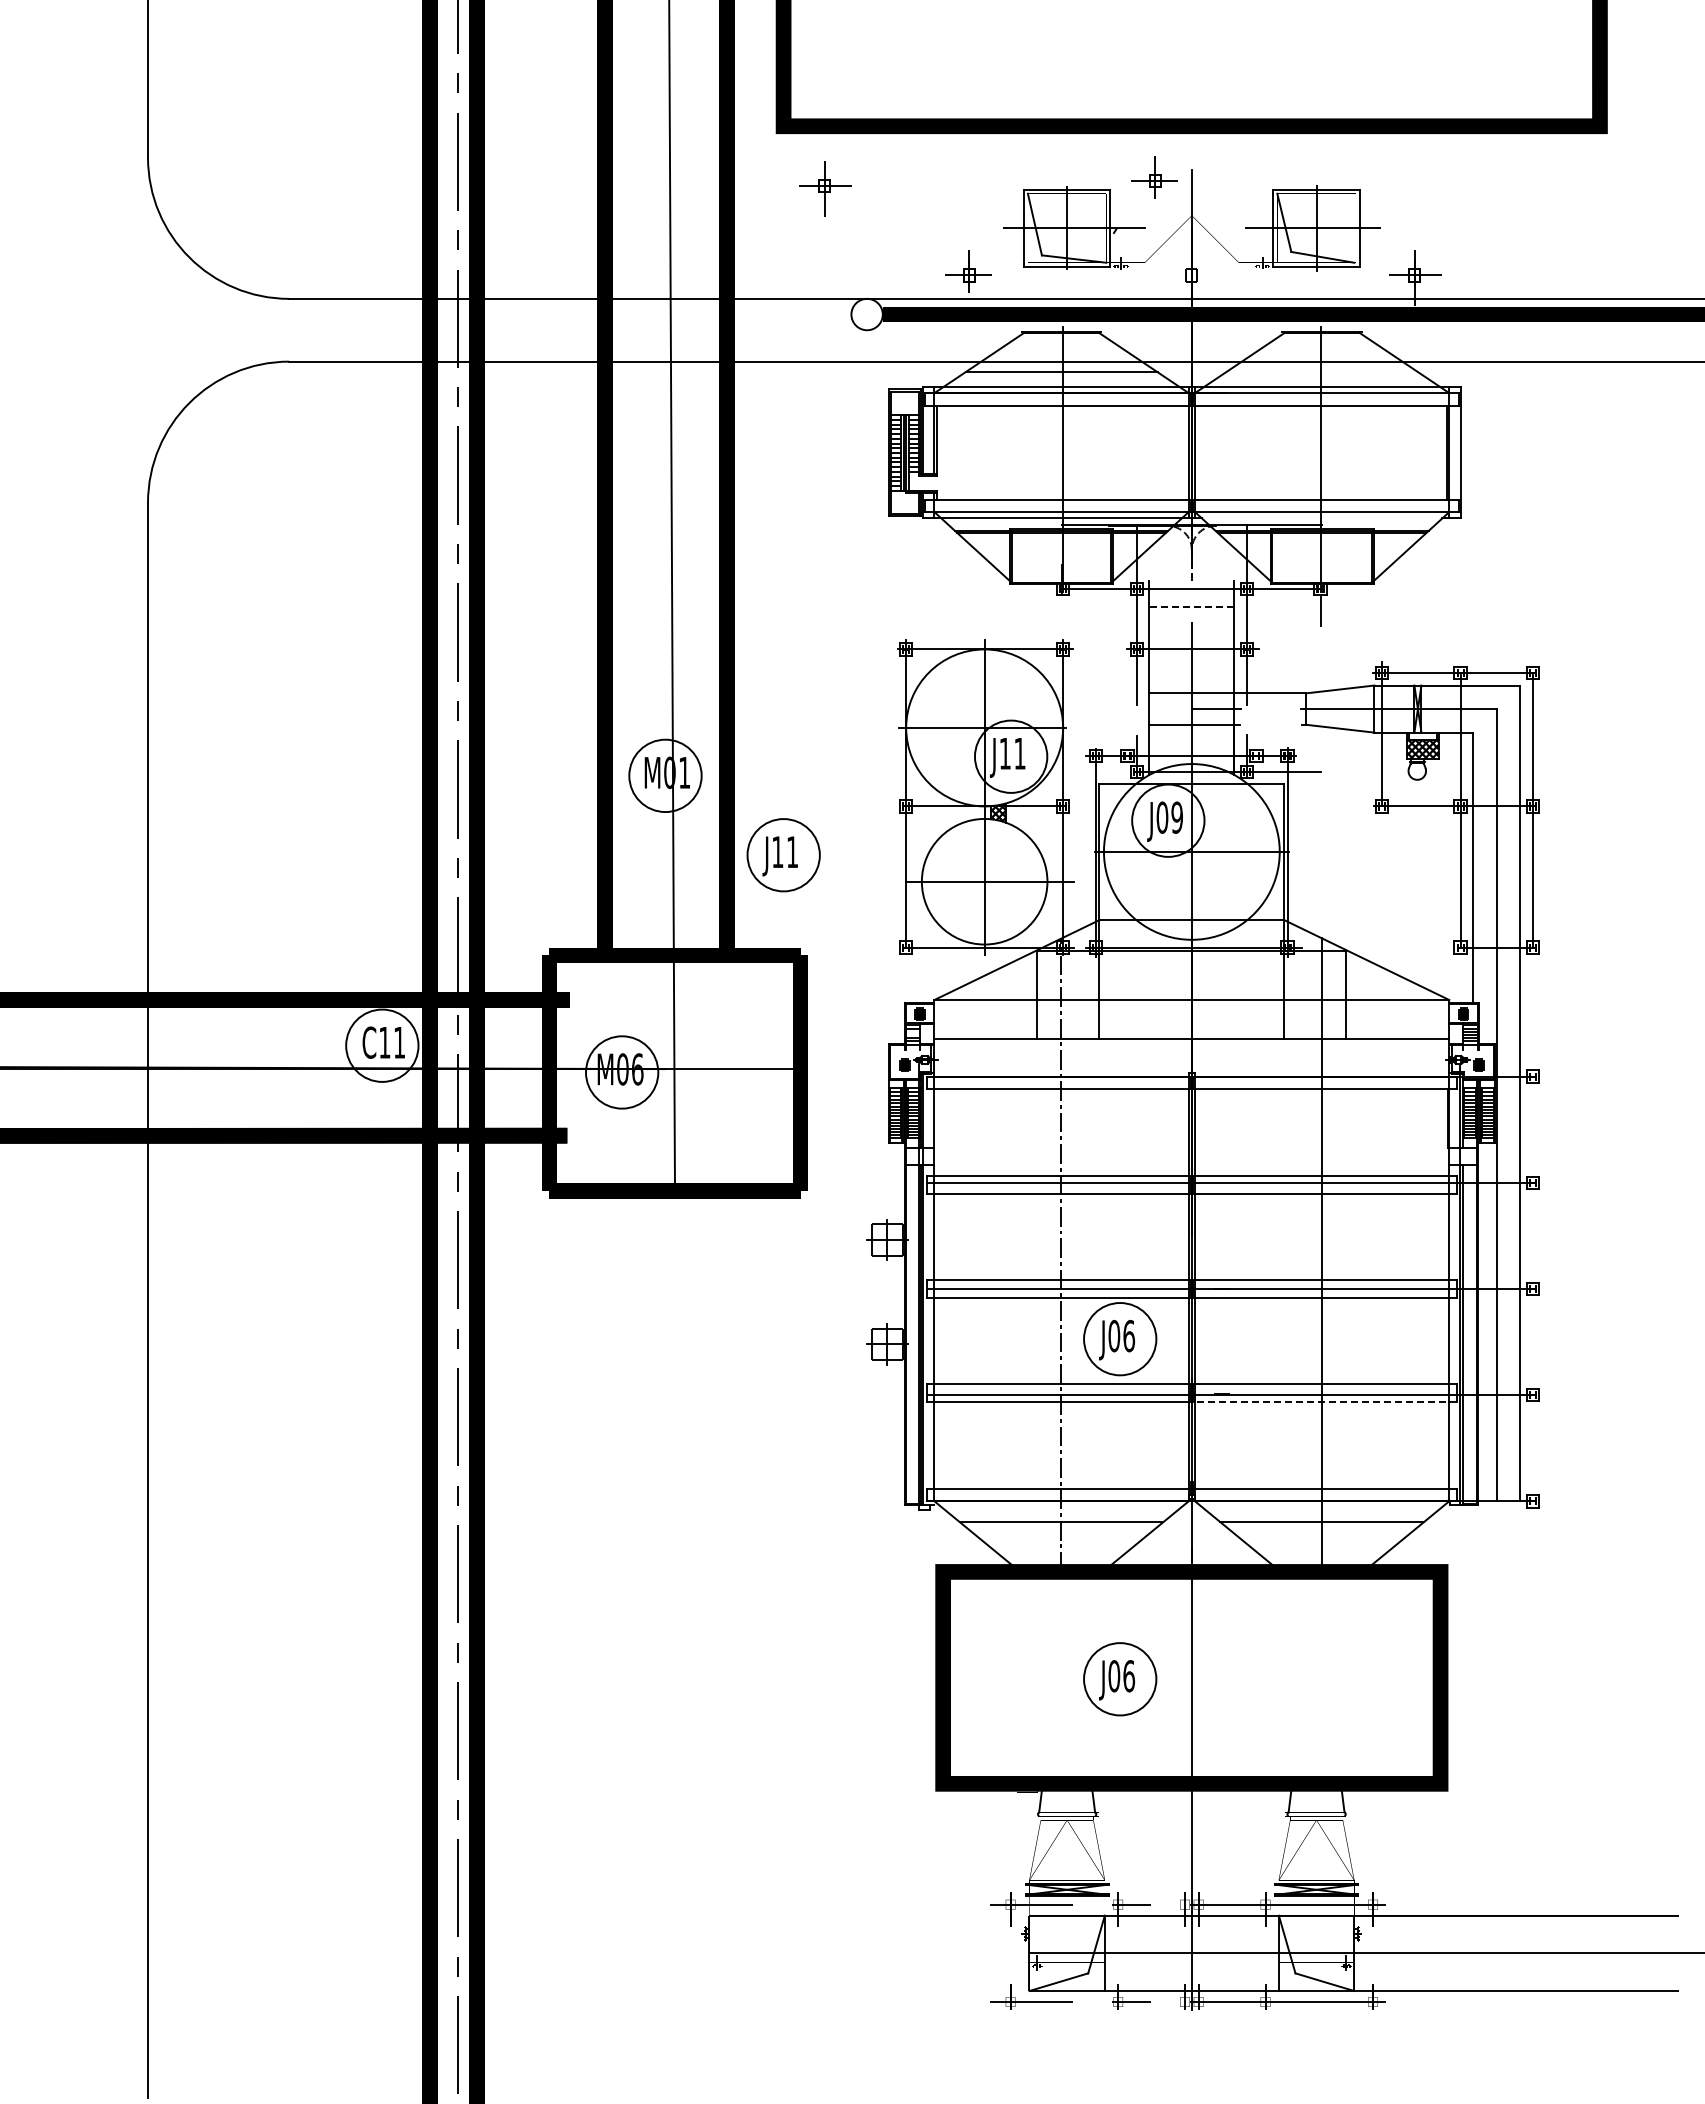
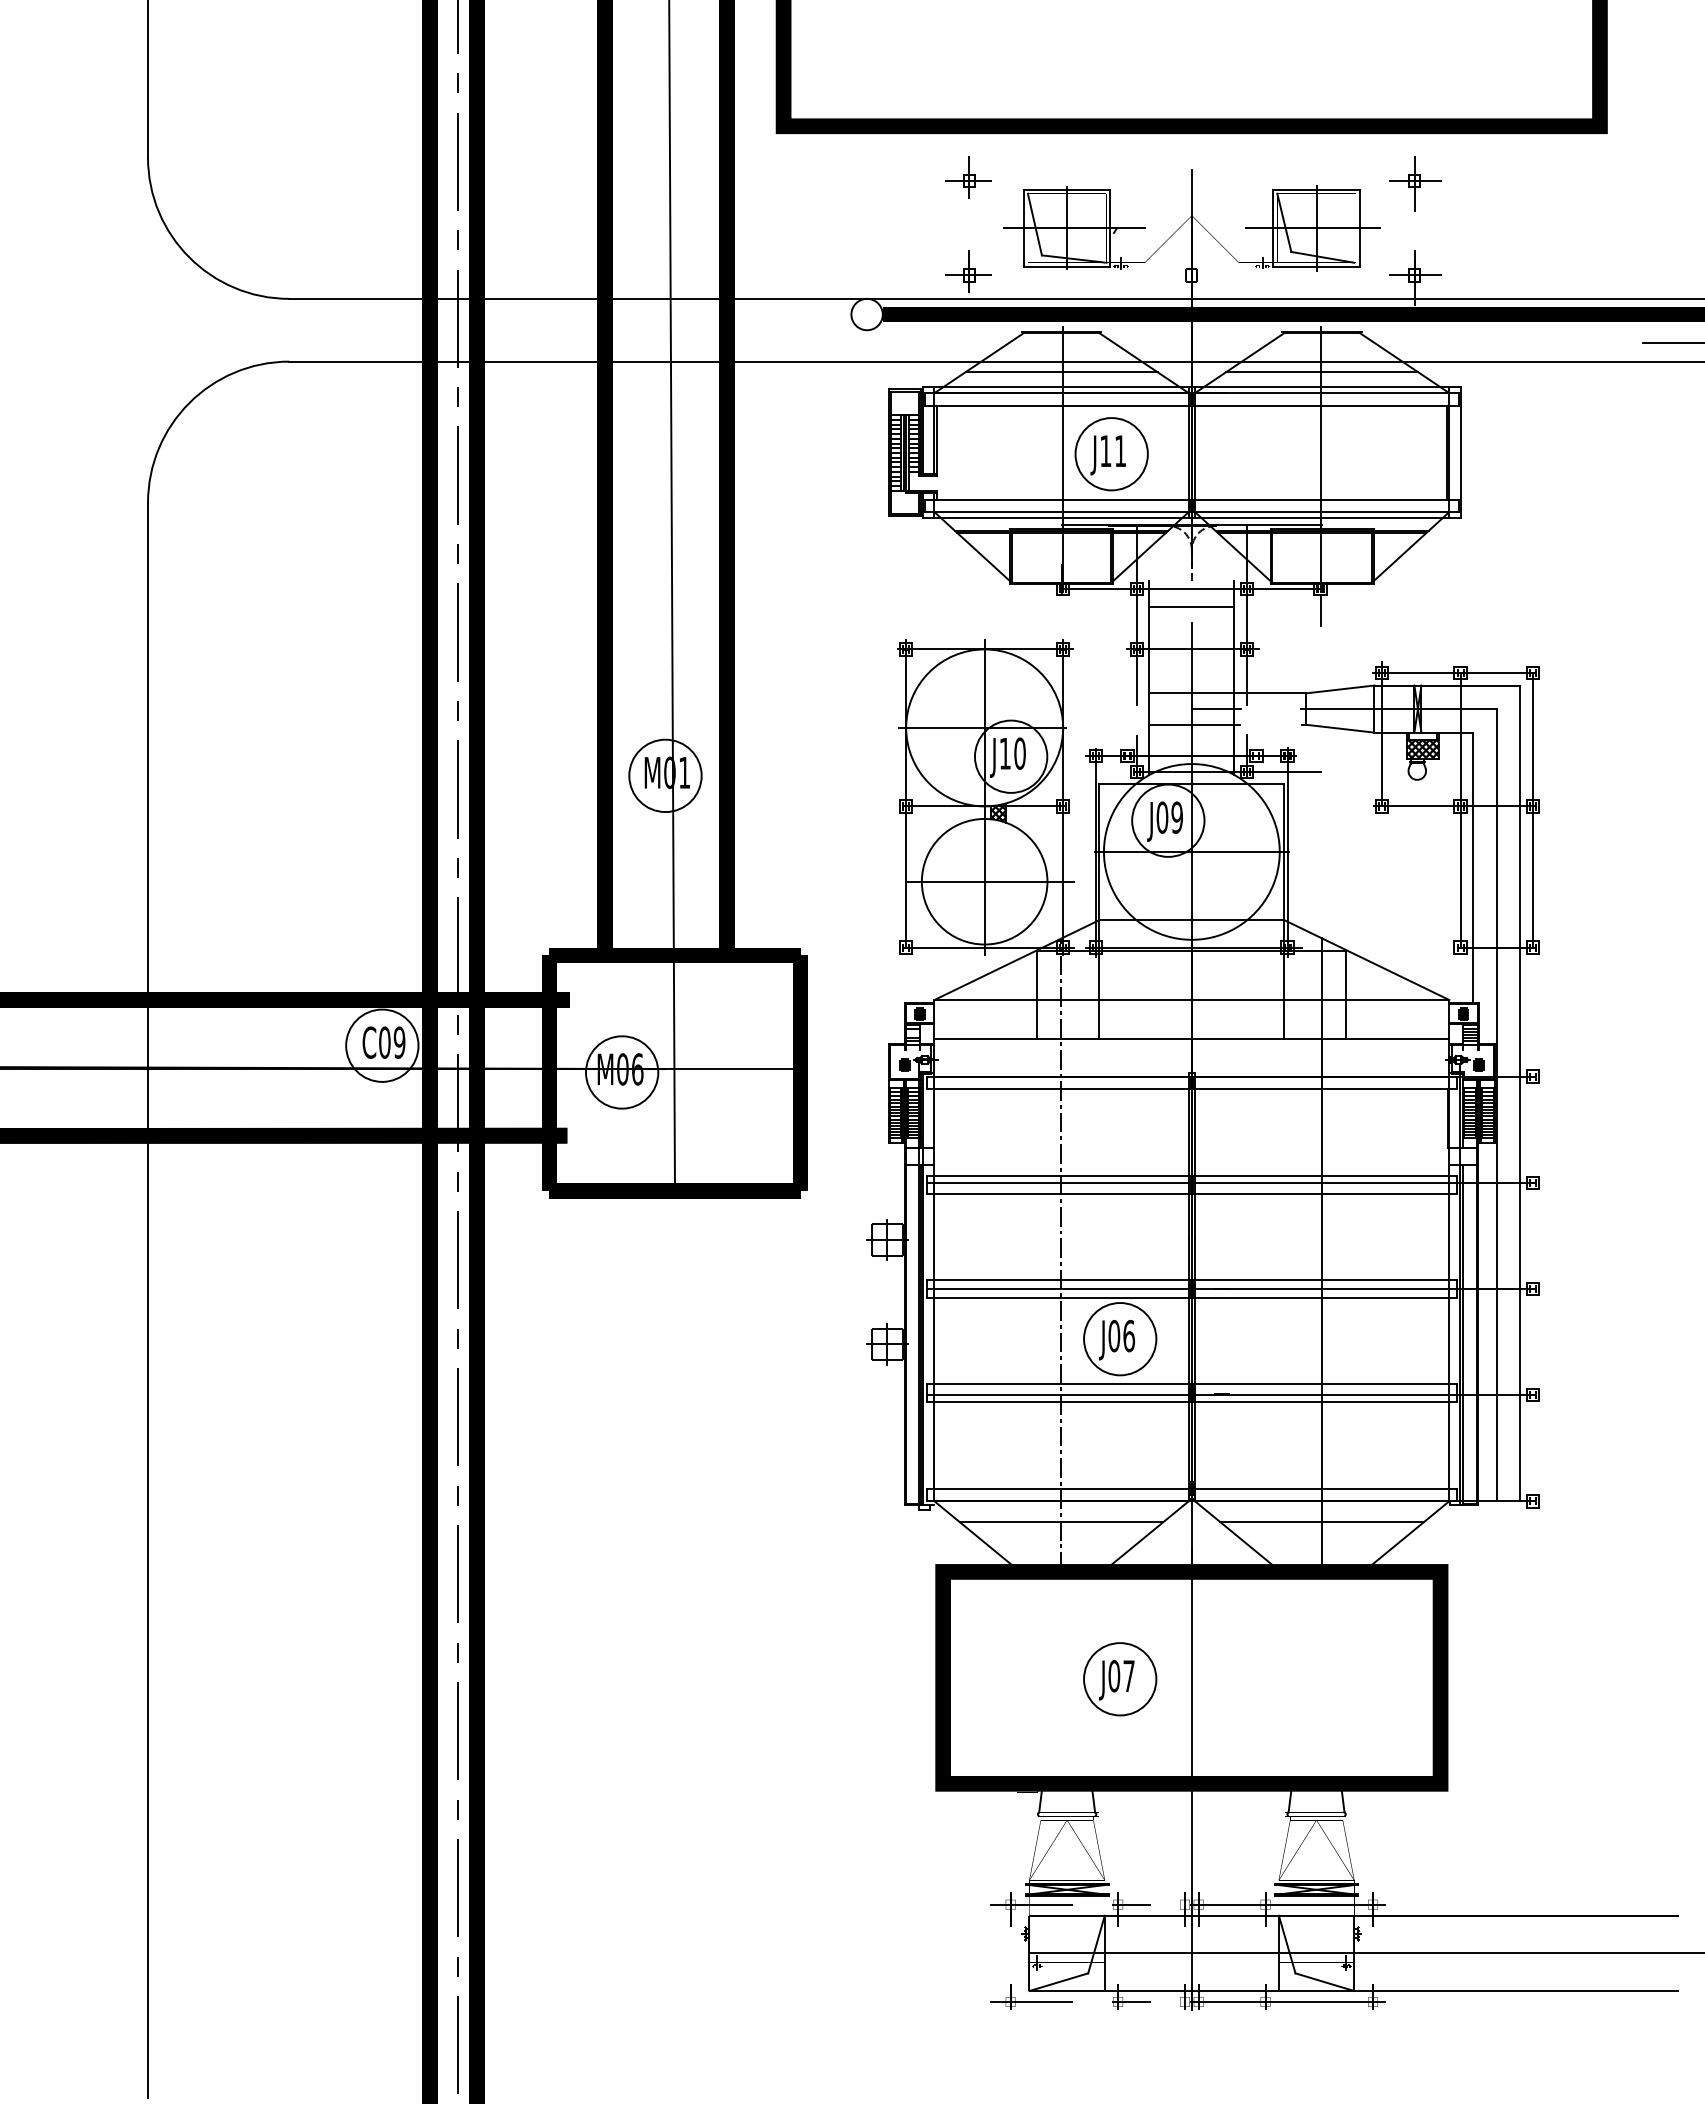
part at (1154, 177) position: (1154, 177) -> (968, 177)
part at (825, 188) position: (825, 188) -> (1415, 183)
line at (1671, 342): none -> present
line at (1322, 372): none -> present
line at (1321, 518): none -> present
line at (1191, 606): dashed -> solid
text at (1019, 753): J11 -> J10
part at (783, 855) position: (783, 855) -> (1111, 454)
text at (392, 1042): C11 -> C09
line at (1324, 1402): dashed -> solid
text at (1129, 1676): J06 -> J07
